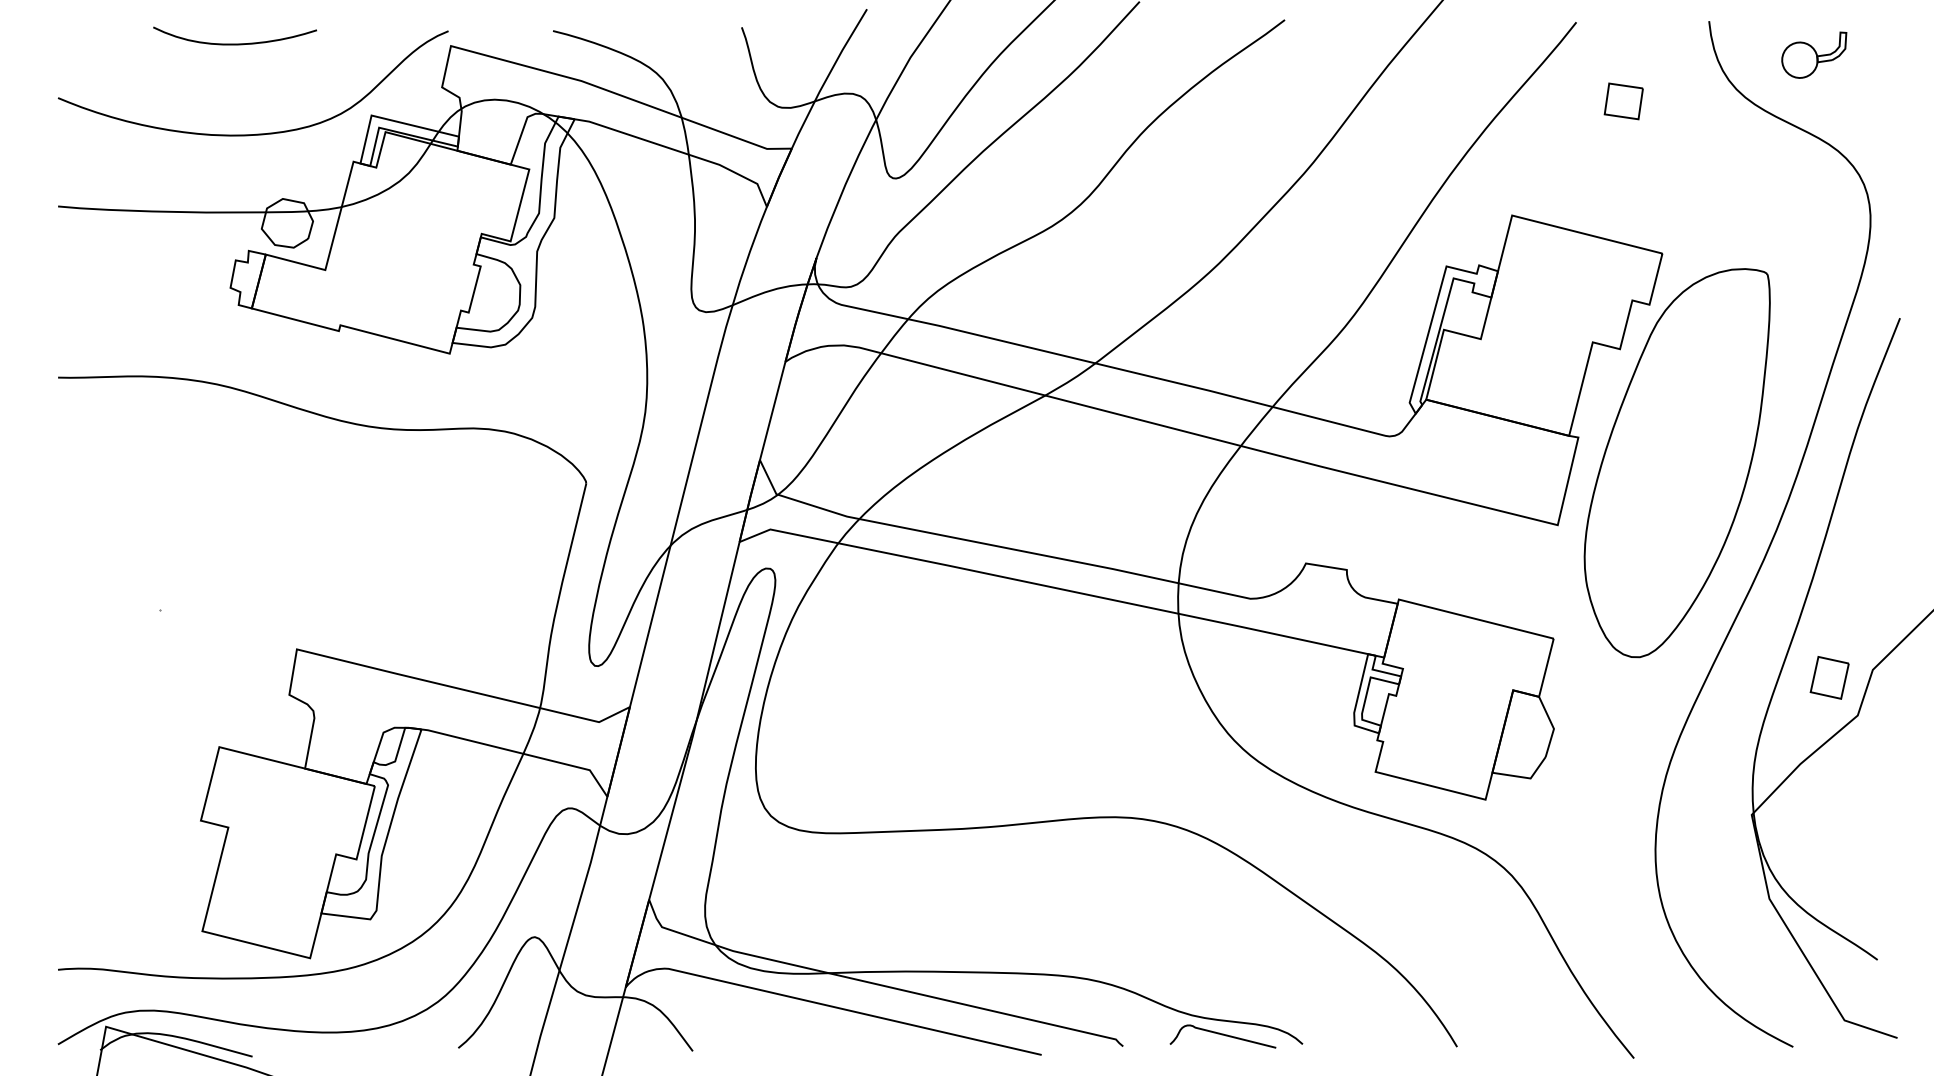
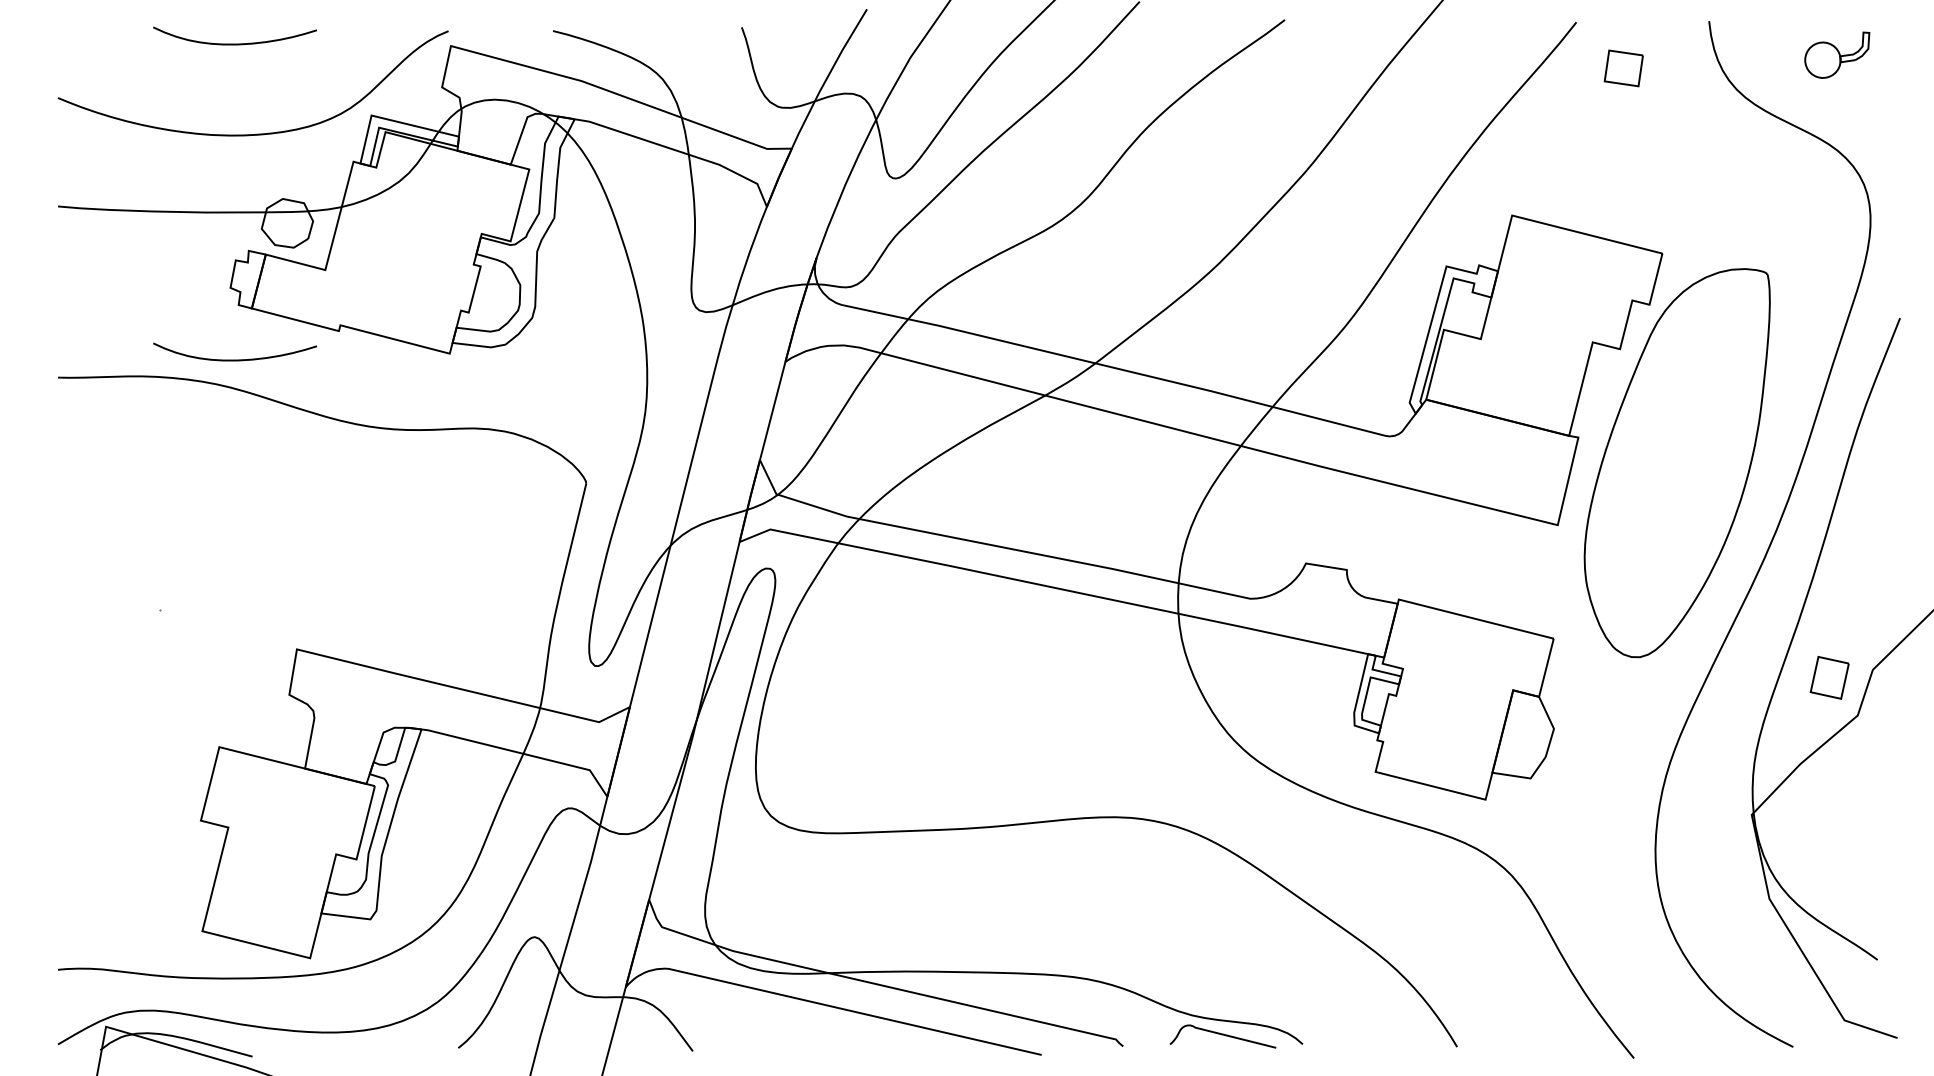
part at (1814, 54) position: (1814, 54) -> (1837, 54)
part at (1623, 101) position: (1623, 101) -> (1623, 68)
curve at (234, 359): none -> present
